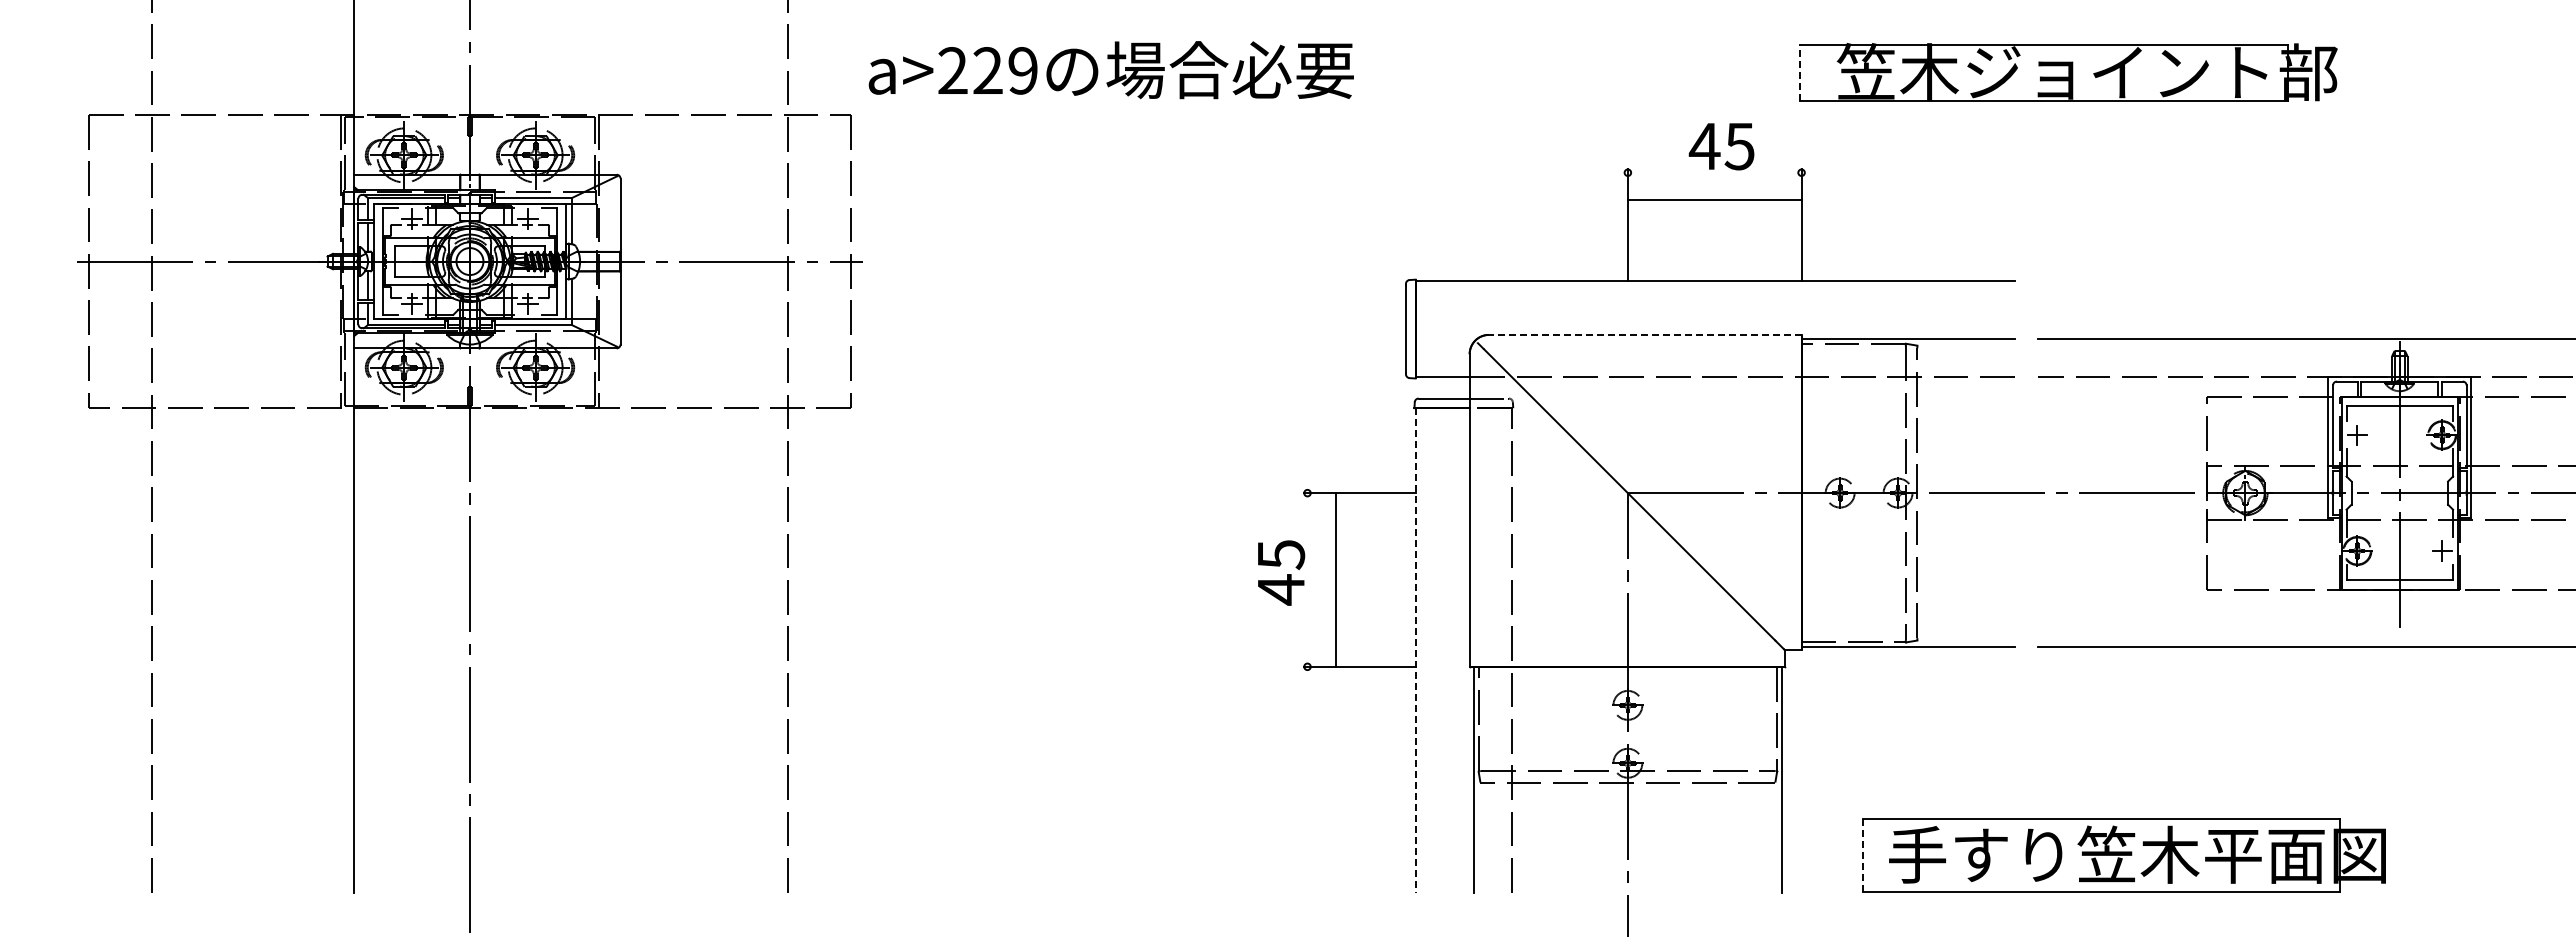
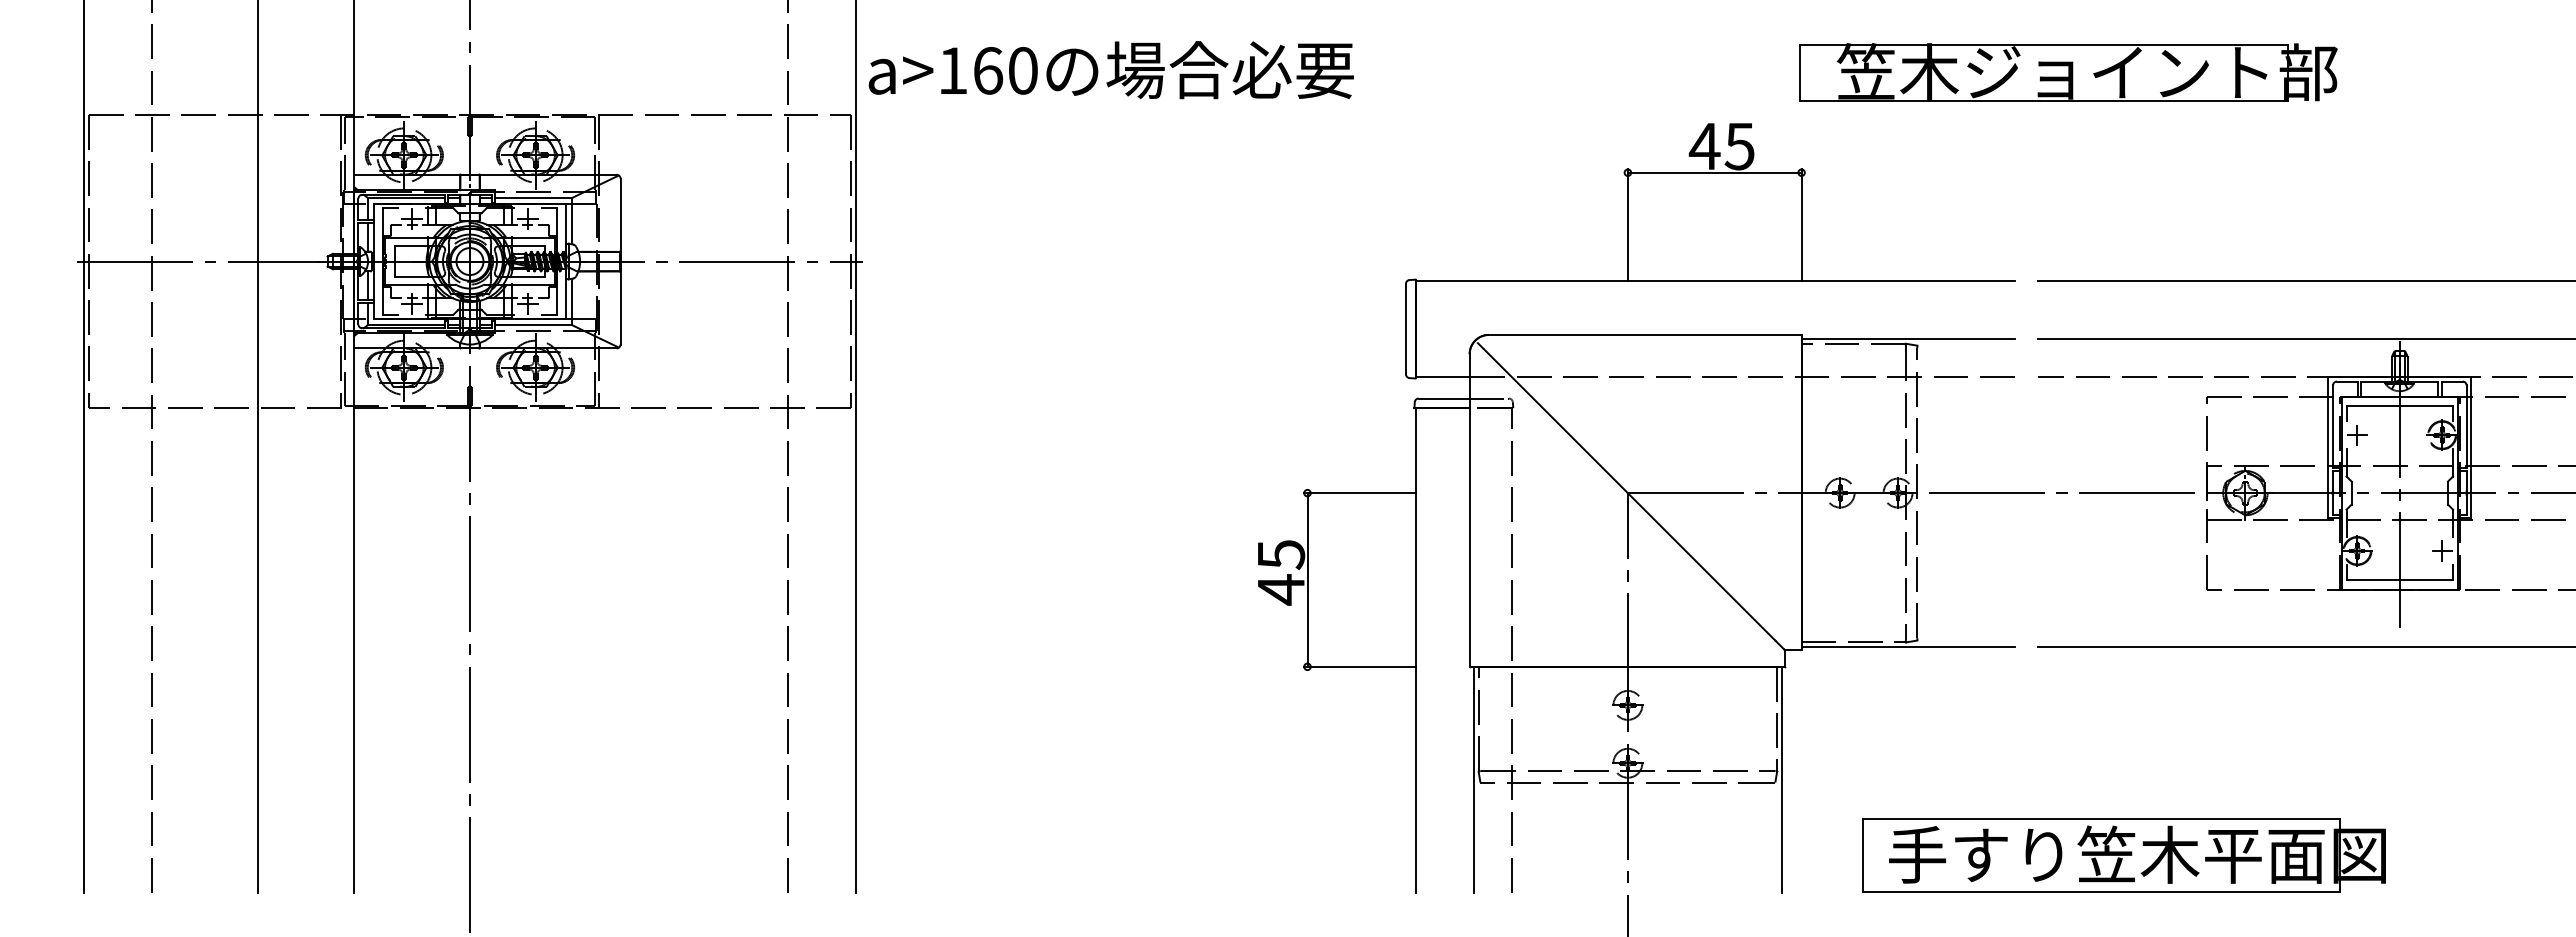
text at (987, 70): a>229 -> a>160
line at (1800, 73): dashed -> solid
line at (1714, 199) position: (1714, 199) -> (1714, 172)
line at (2304, 280): none -> present
line at (1644, 334): dashed -> solid
line at (84, 447): none -> present
line at (257, 447): none -> present
line at (855, 447): none -> present
line at (1335, 579) position: (1335, 579) -> (1307, 579)
line at (1415, 650): dashed -> solid
line at (1863, 855): dashed -> solid
